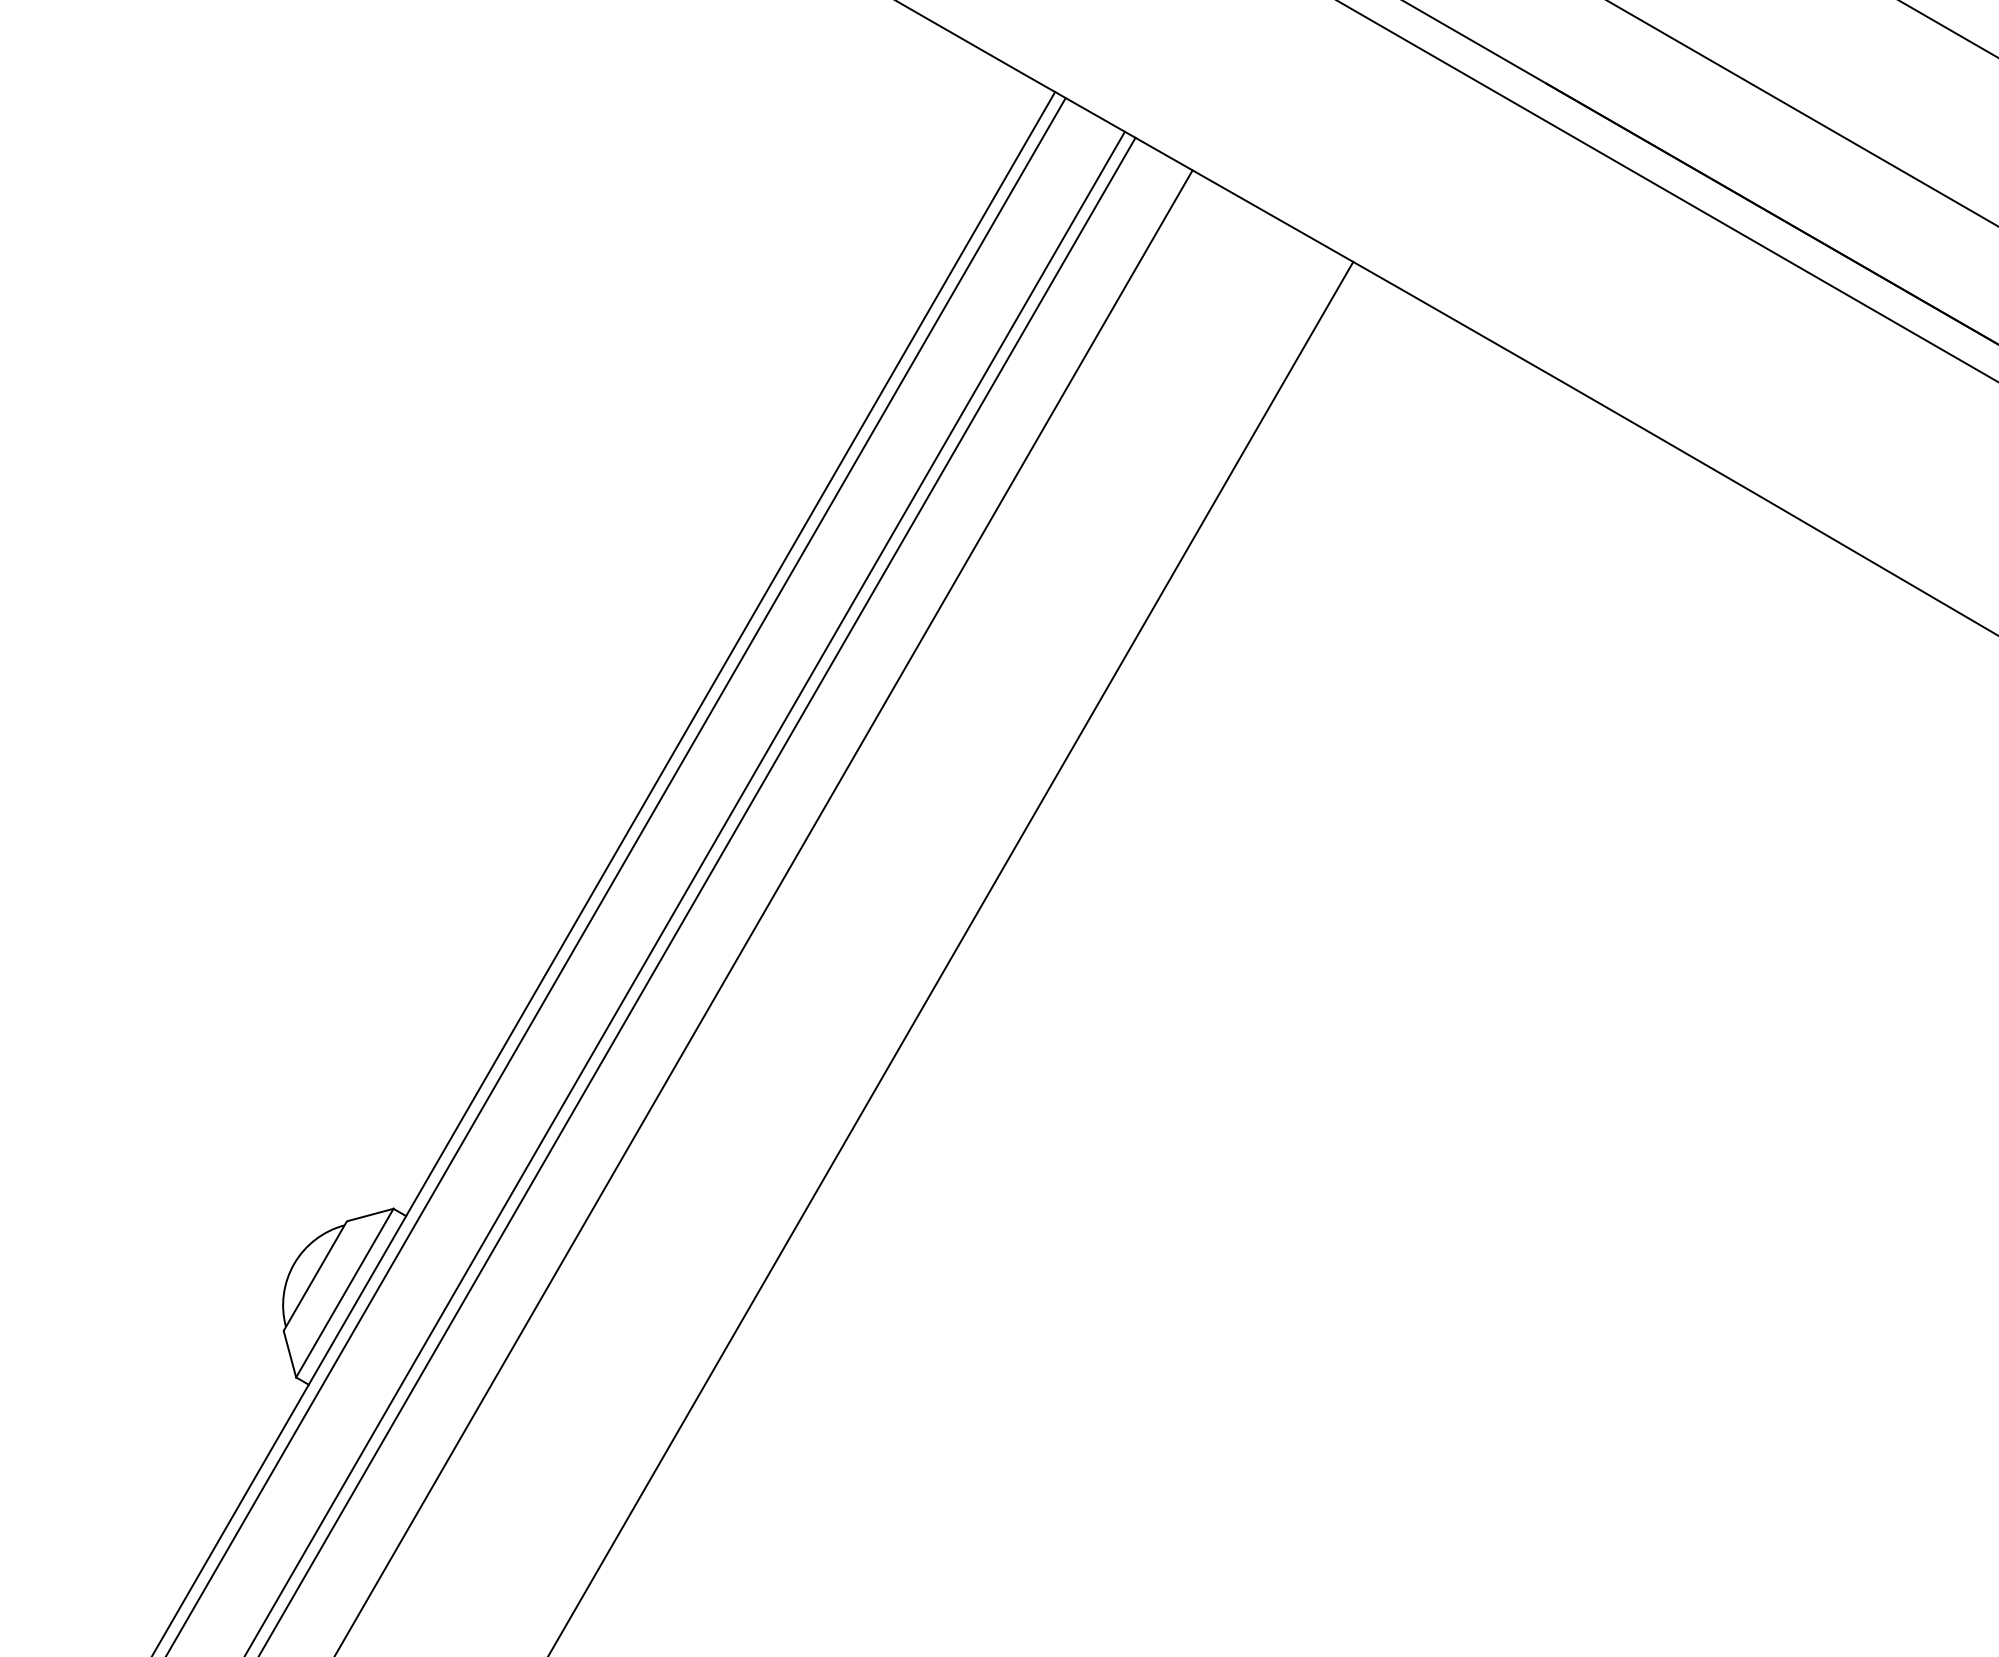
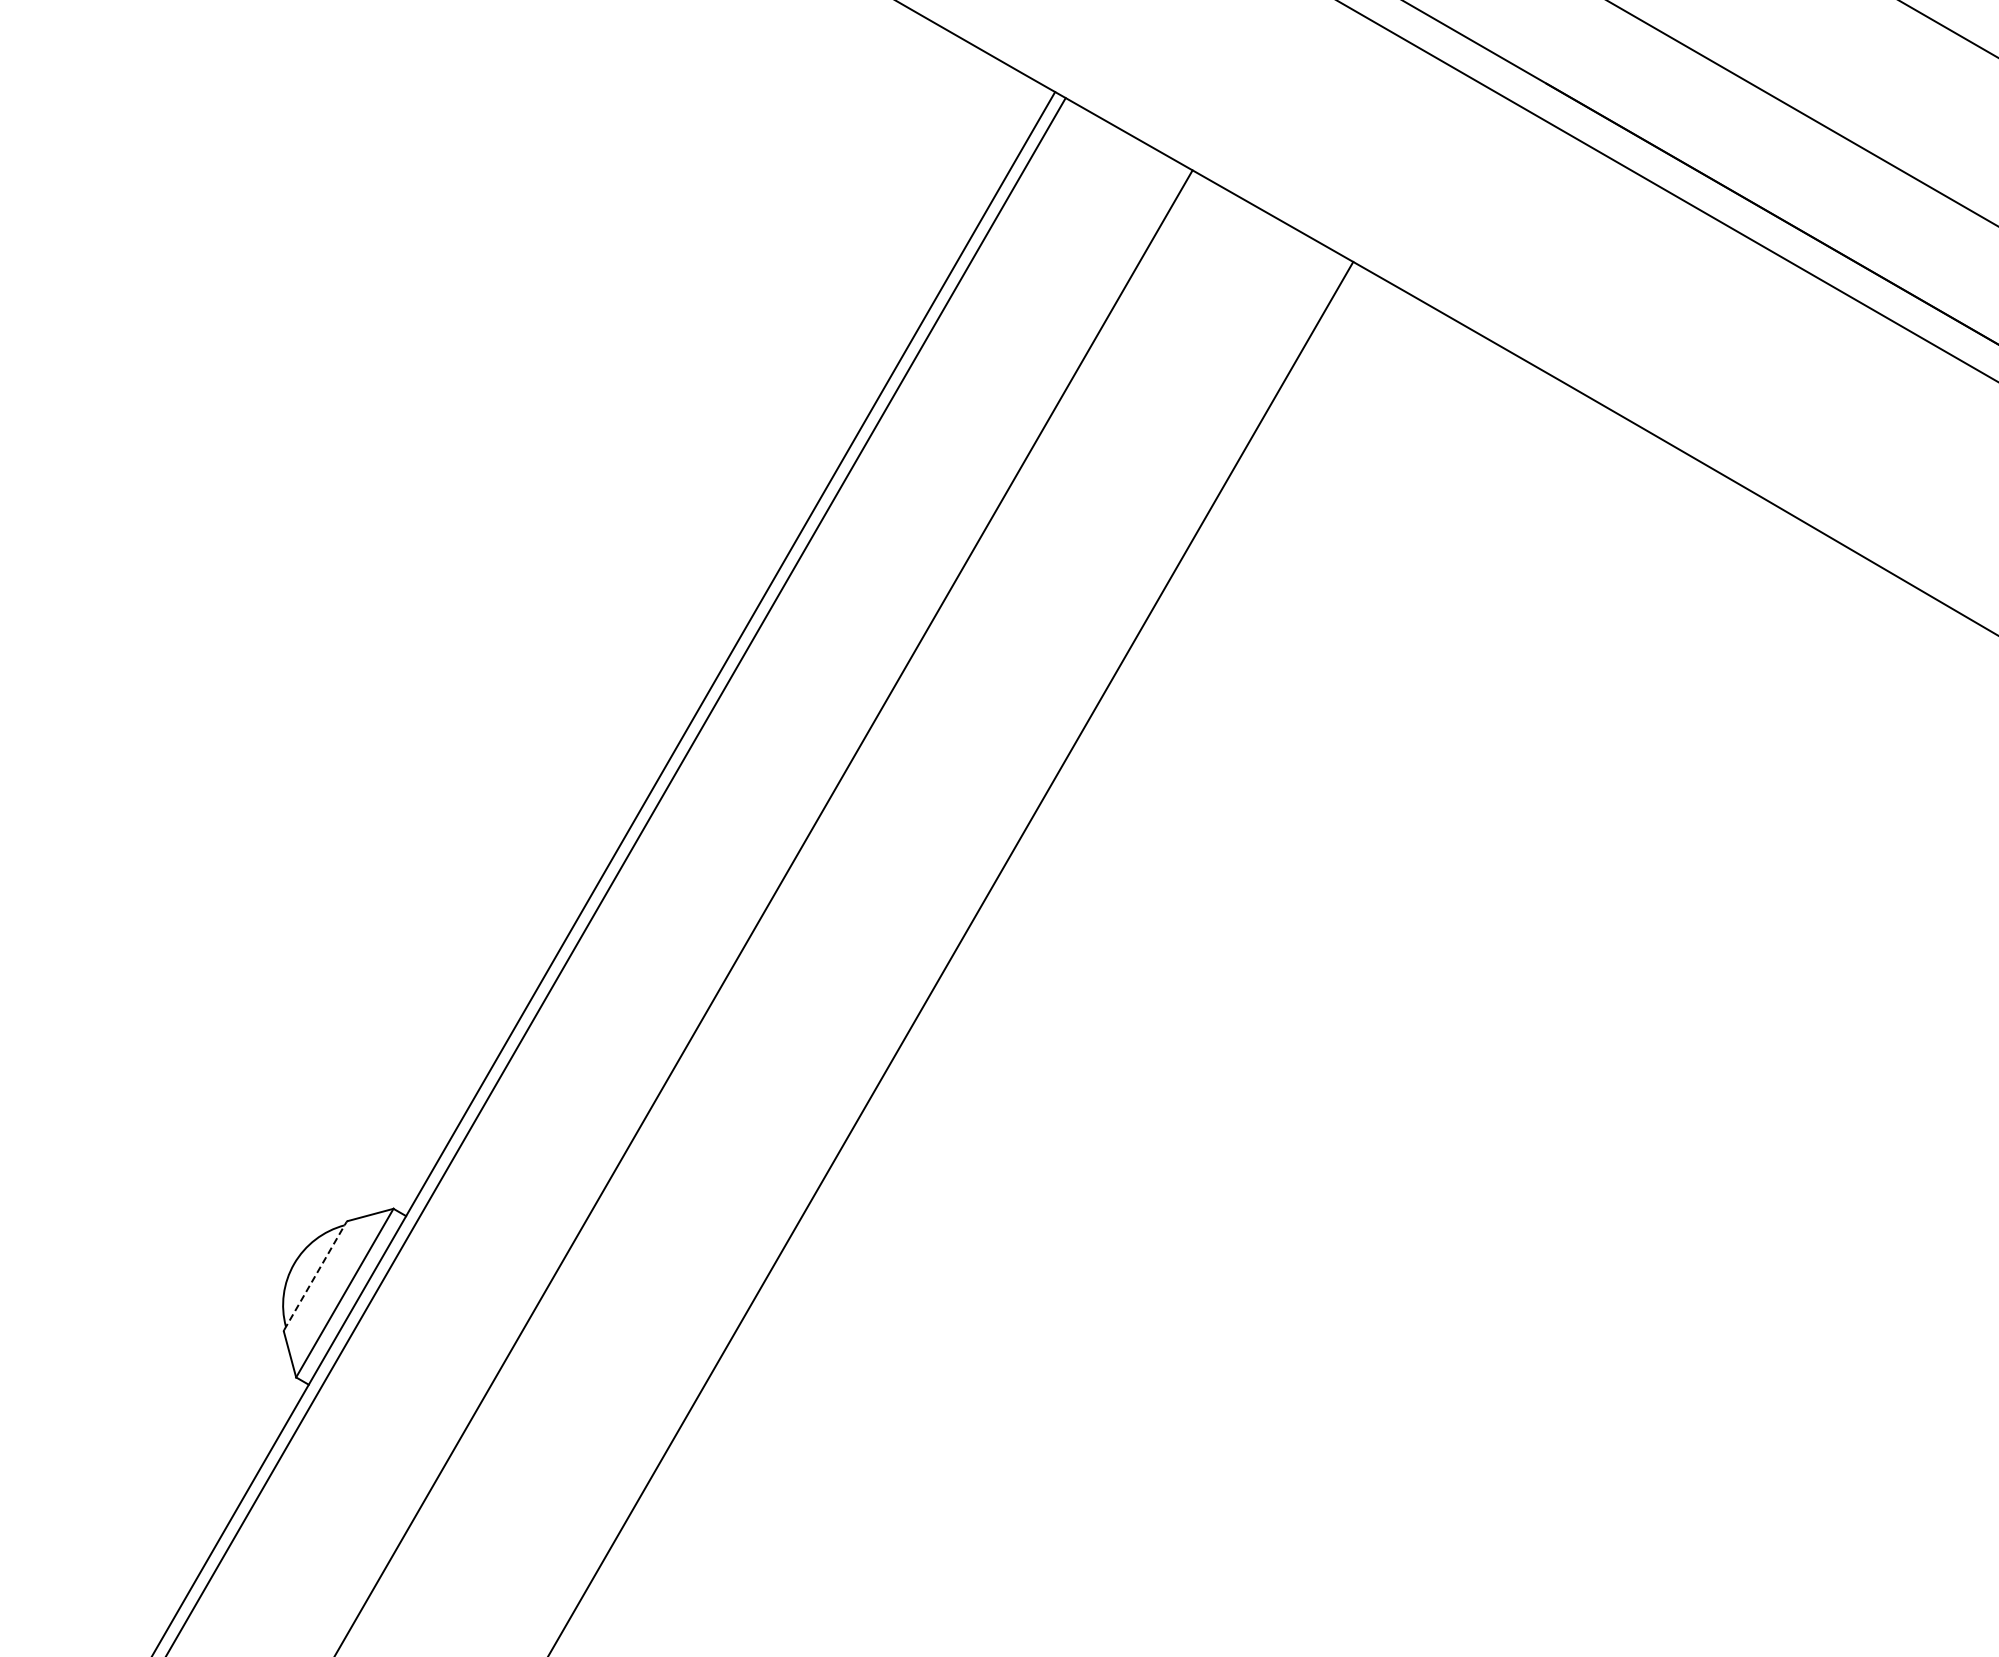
line at (685, 892): present -> none
line at (697, 895): present -> none
line at (315, 1275): solid -> dashed
